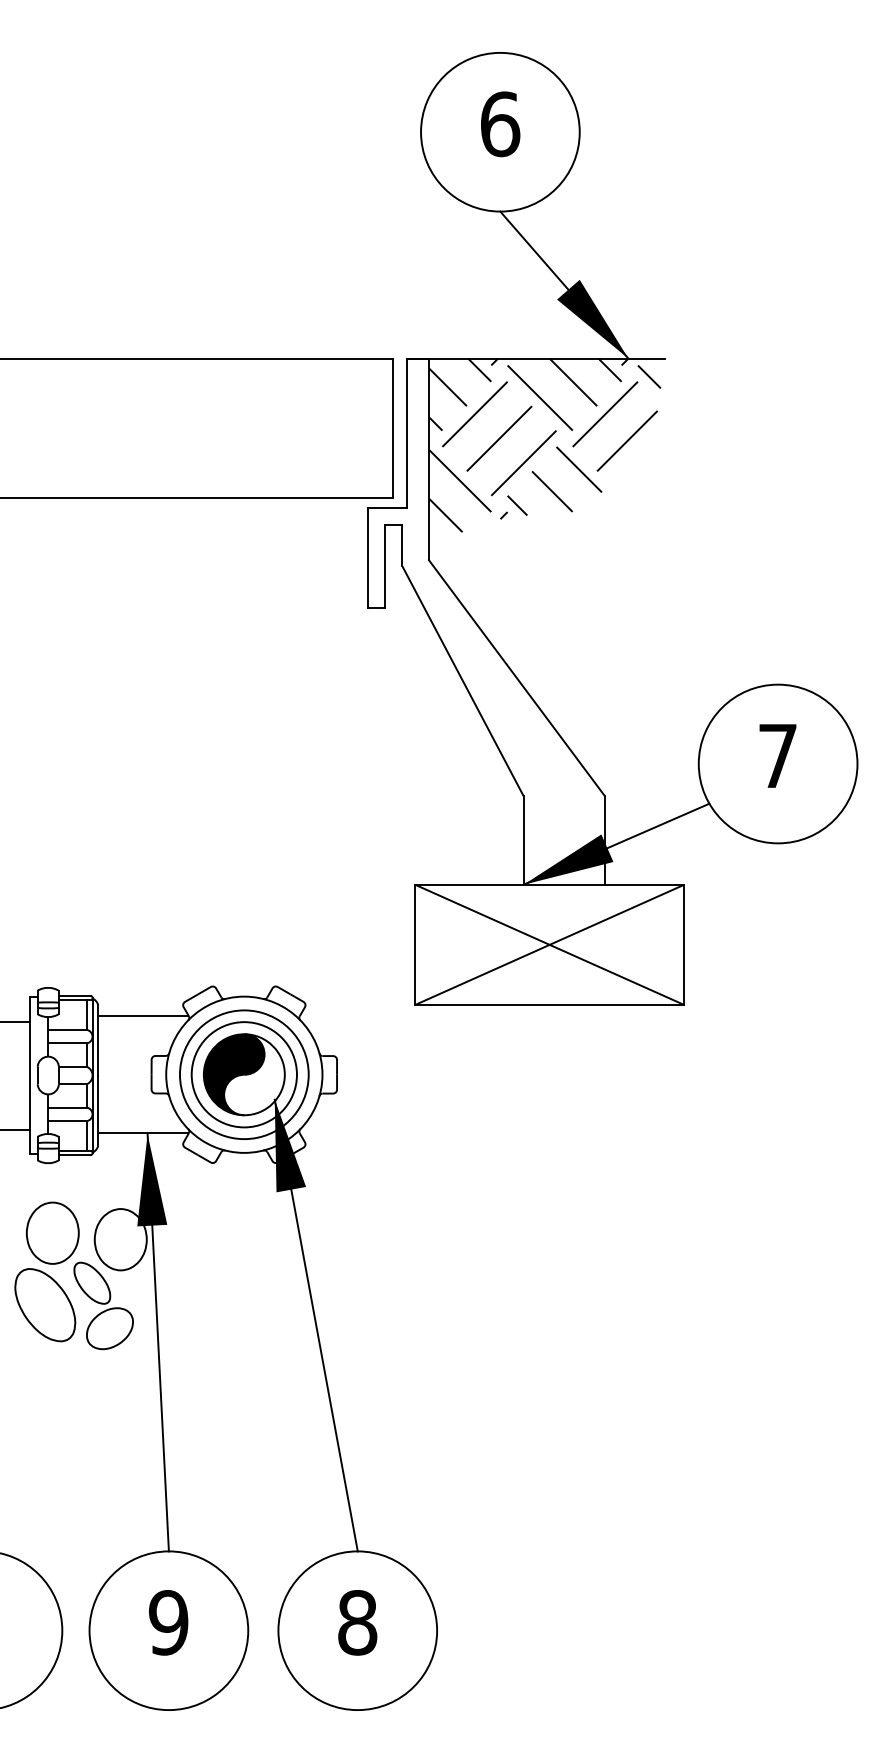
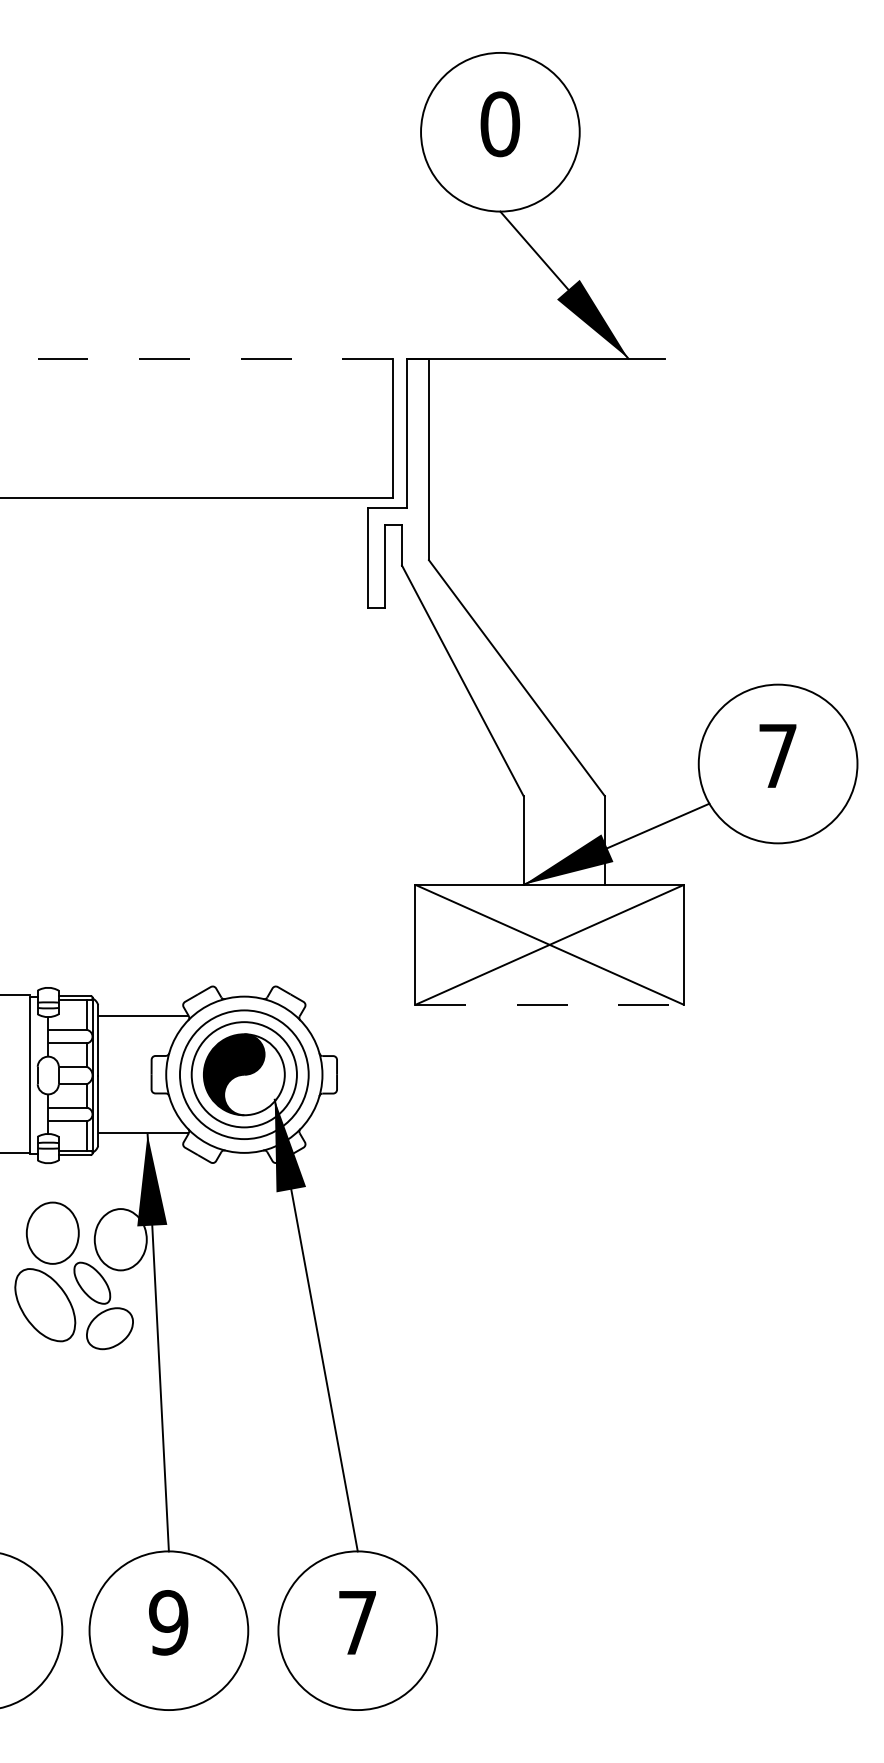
text at (500, 124): 6 -> 0
line at (196, 358): solid -> dashed
hatch at (544, 445): present -> none
line at (549, 1004): solid -> dashed
line at (15, 1021) position: (15, 1021) -> (15, 994)
line at (15, 1129) position: (15, 1129) -> (15, 1152)
text at (357, 1622): 8 -> 7
